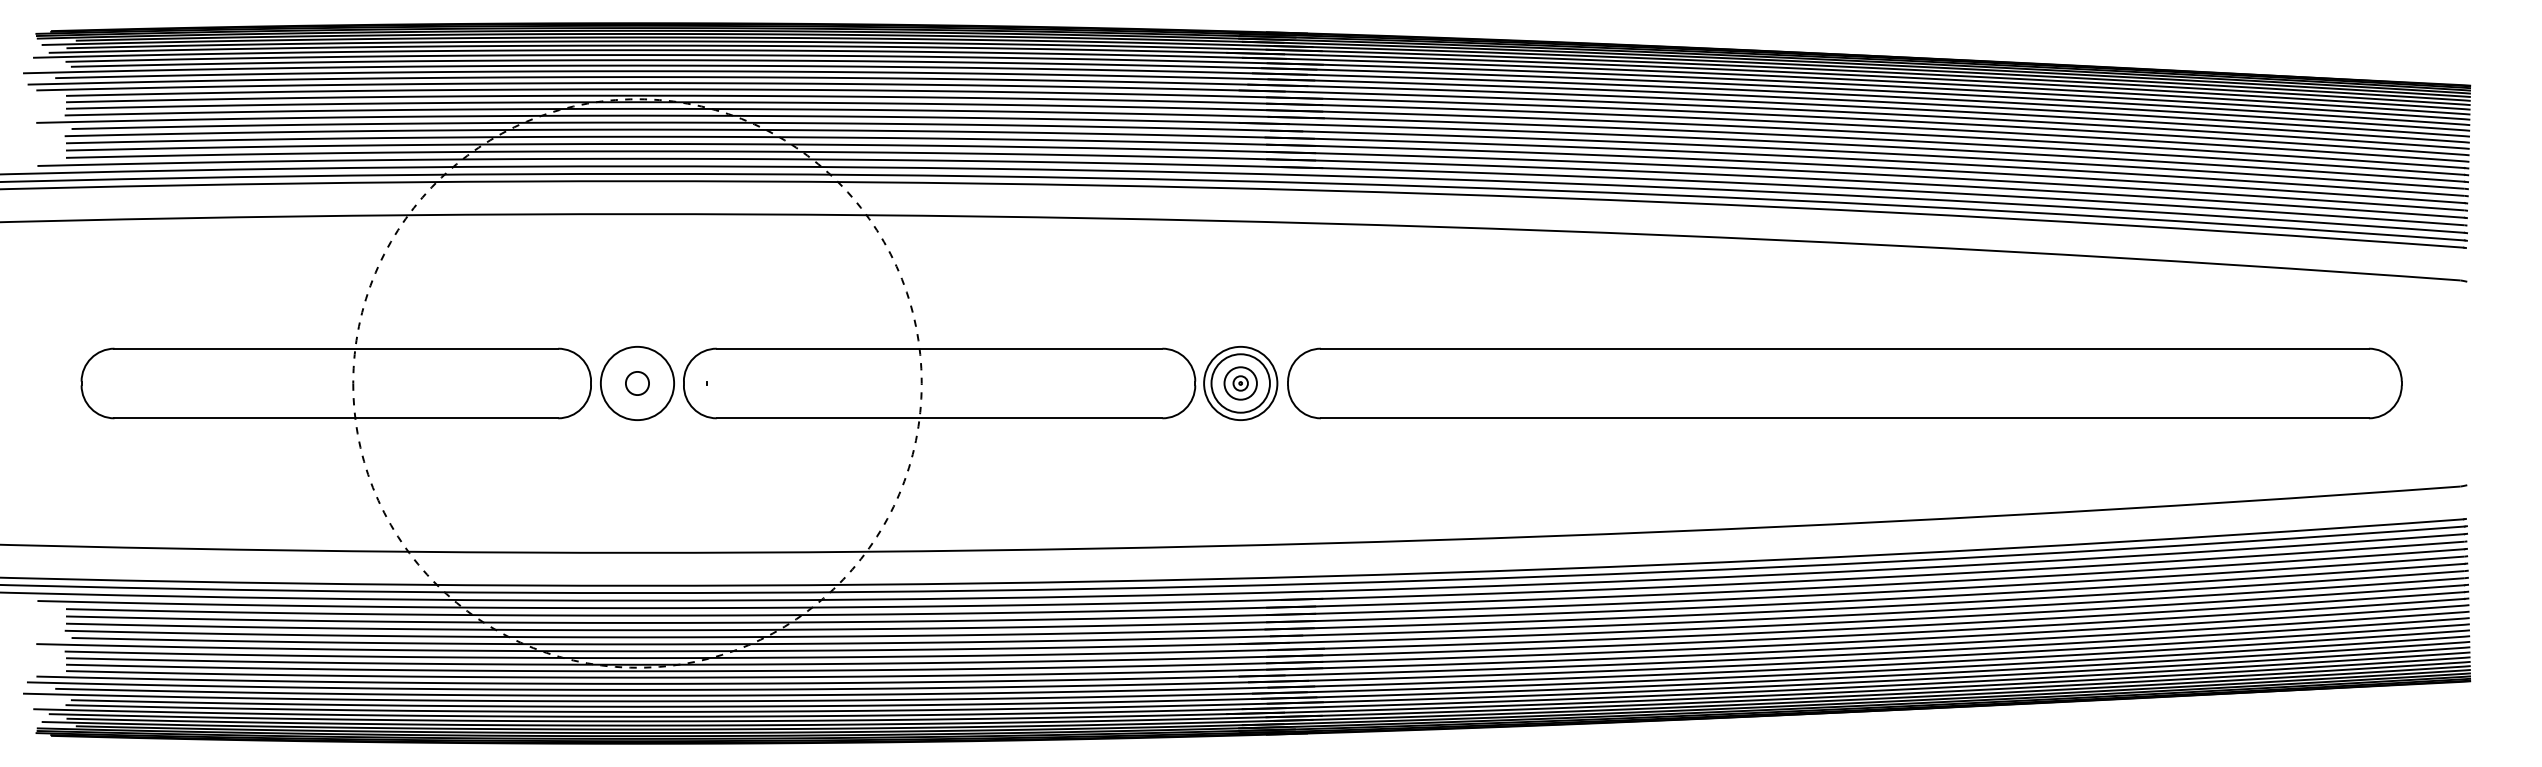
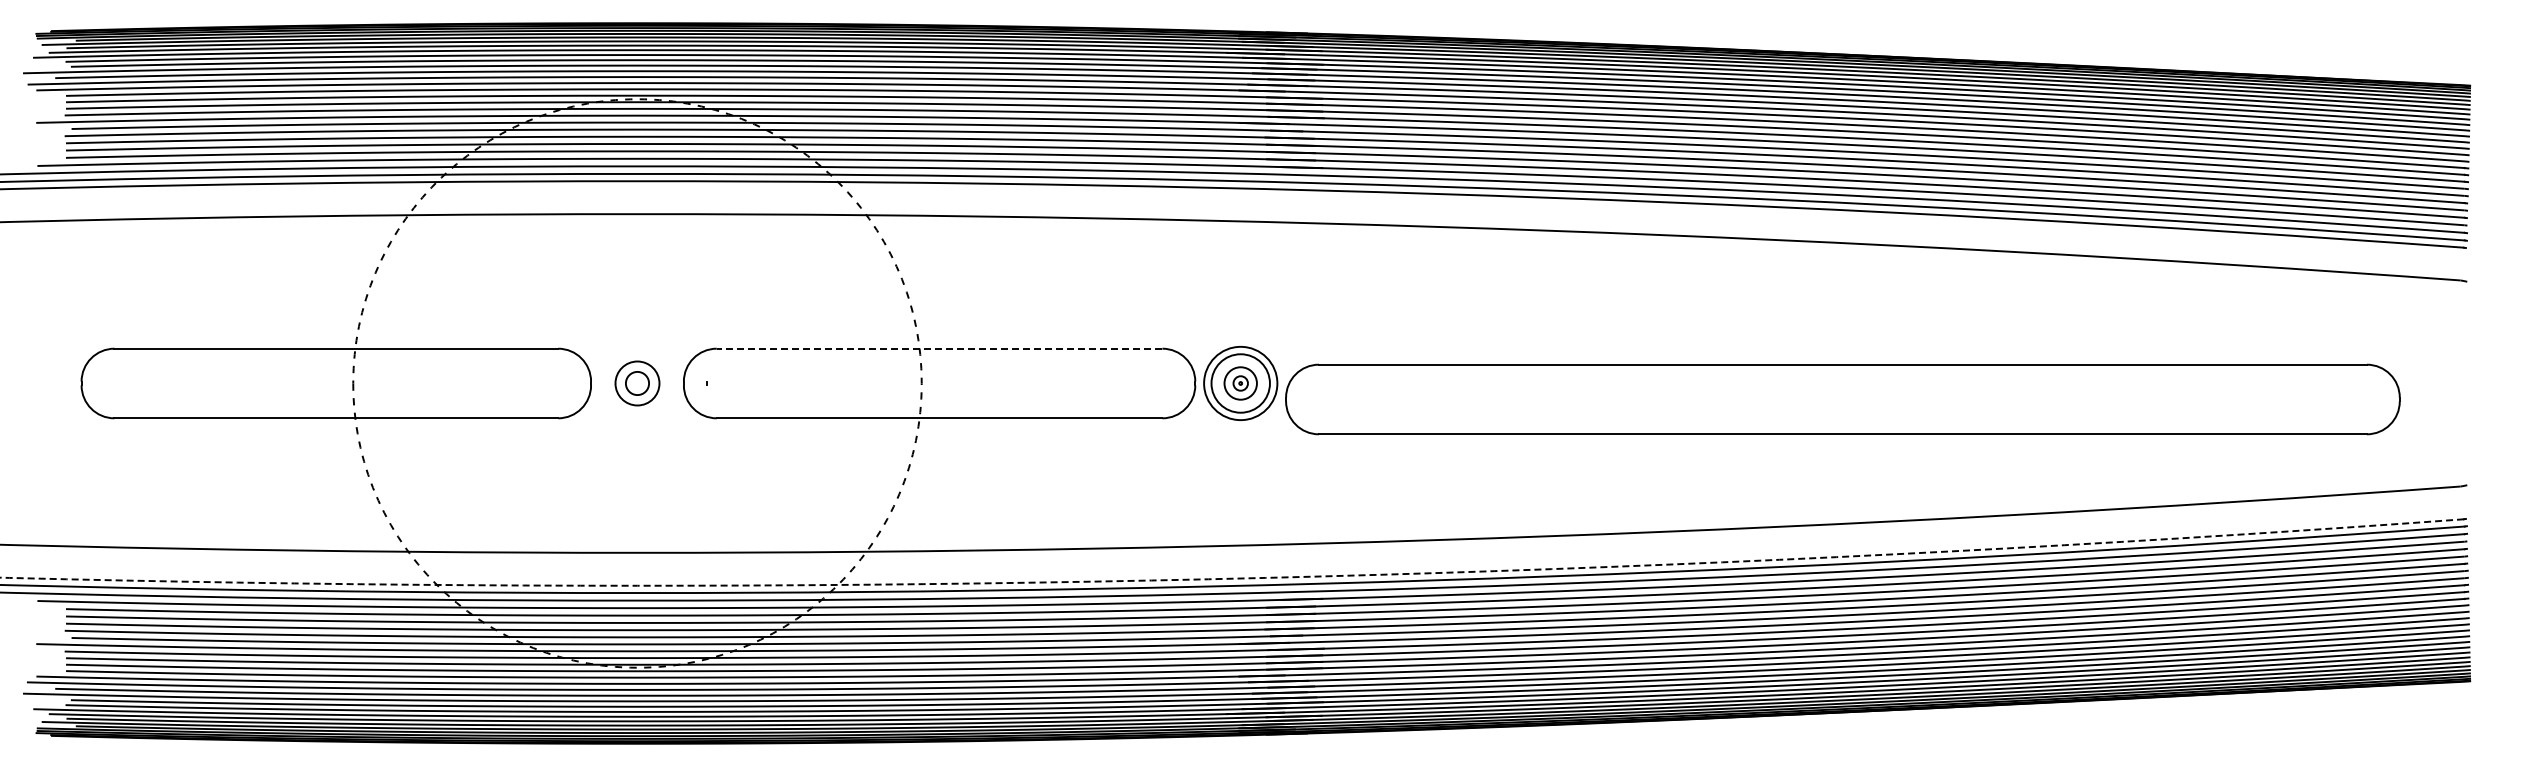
line at (939, 348): solid -> dashed
circle at (637, 383) diameter: 73 px -> 44 px
part at (1844, 383) position: (1844, 383) -> (1842, 399)
arc at (1232, 578): solid -> dashed
